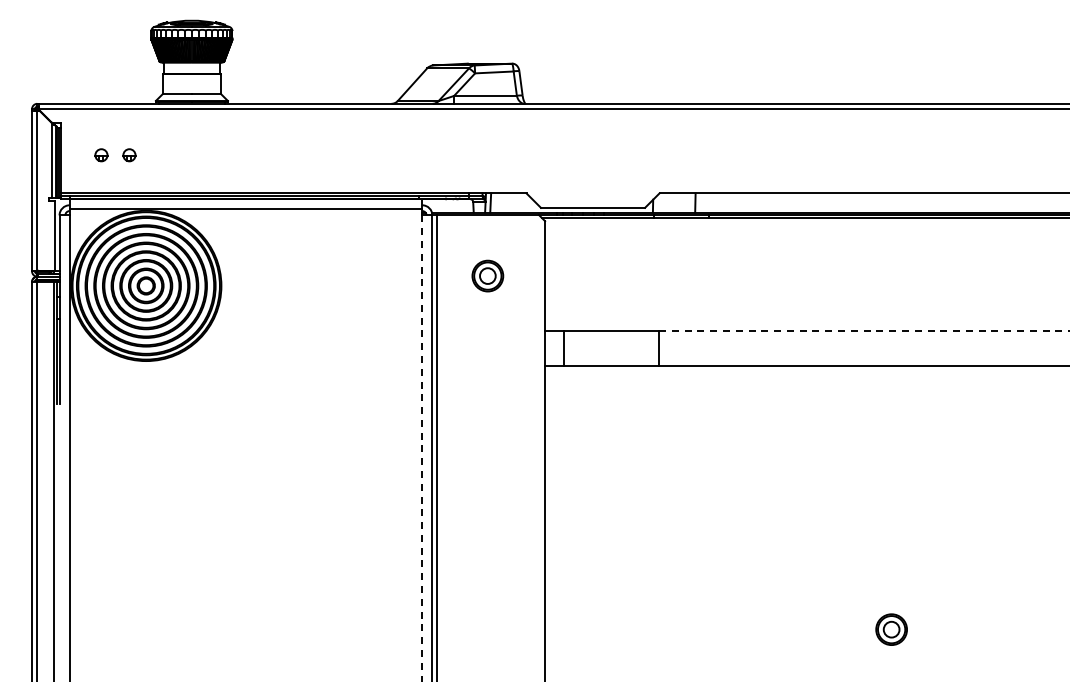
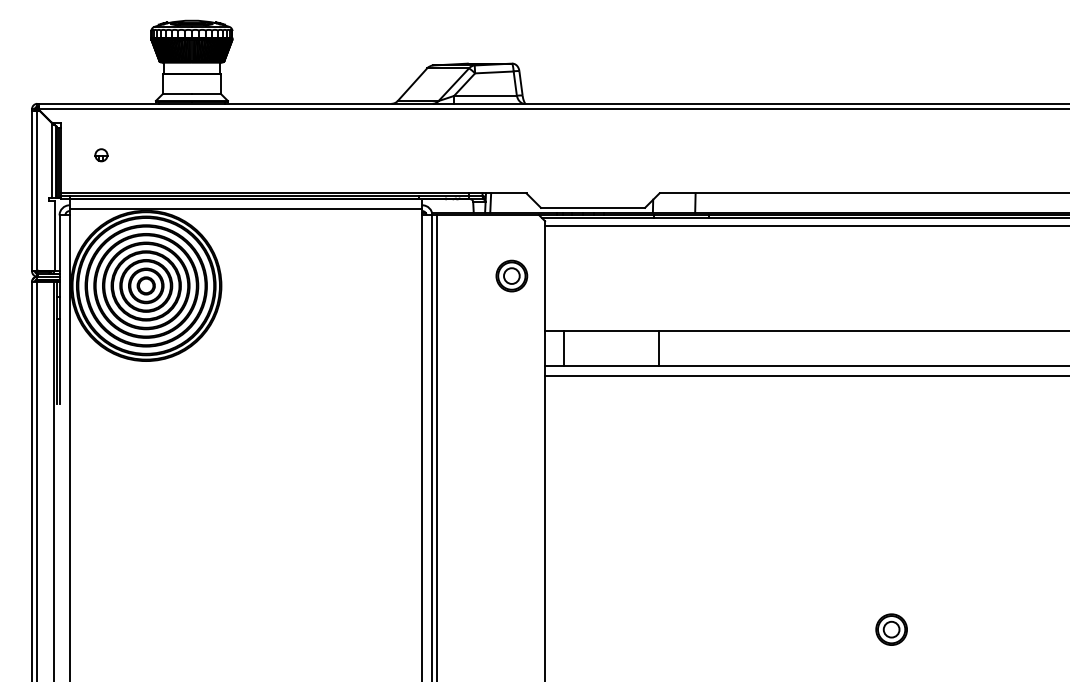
part at (129, 155): present -> none
line at (805, 225): none -> present
part at (487, 275) position: (487, 275) -> (511, 275)
line at (865, 330): dashed -> solid
line at (805, 375): none -> present
line at (422, 448): dashed -> solid
